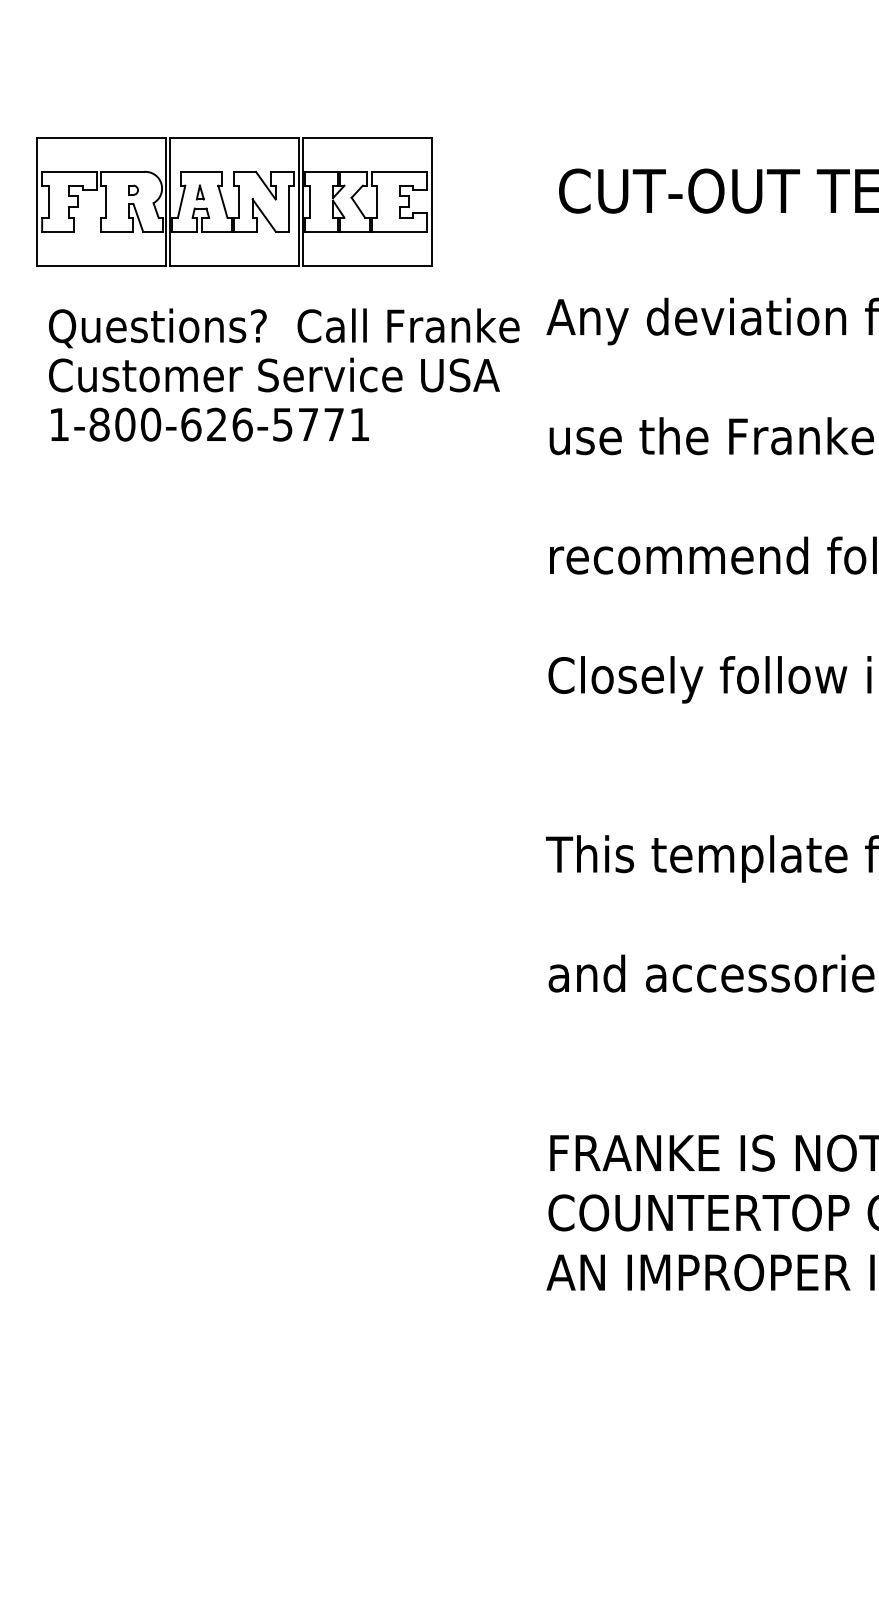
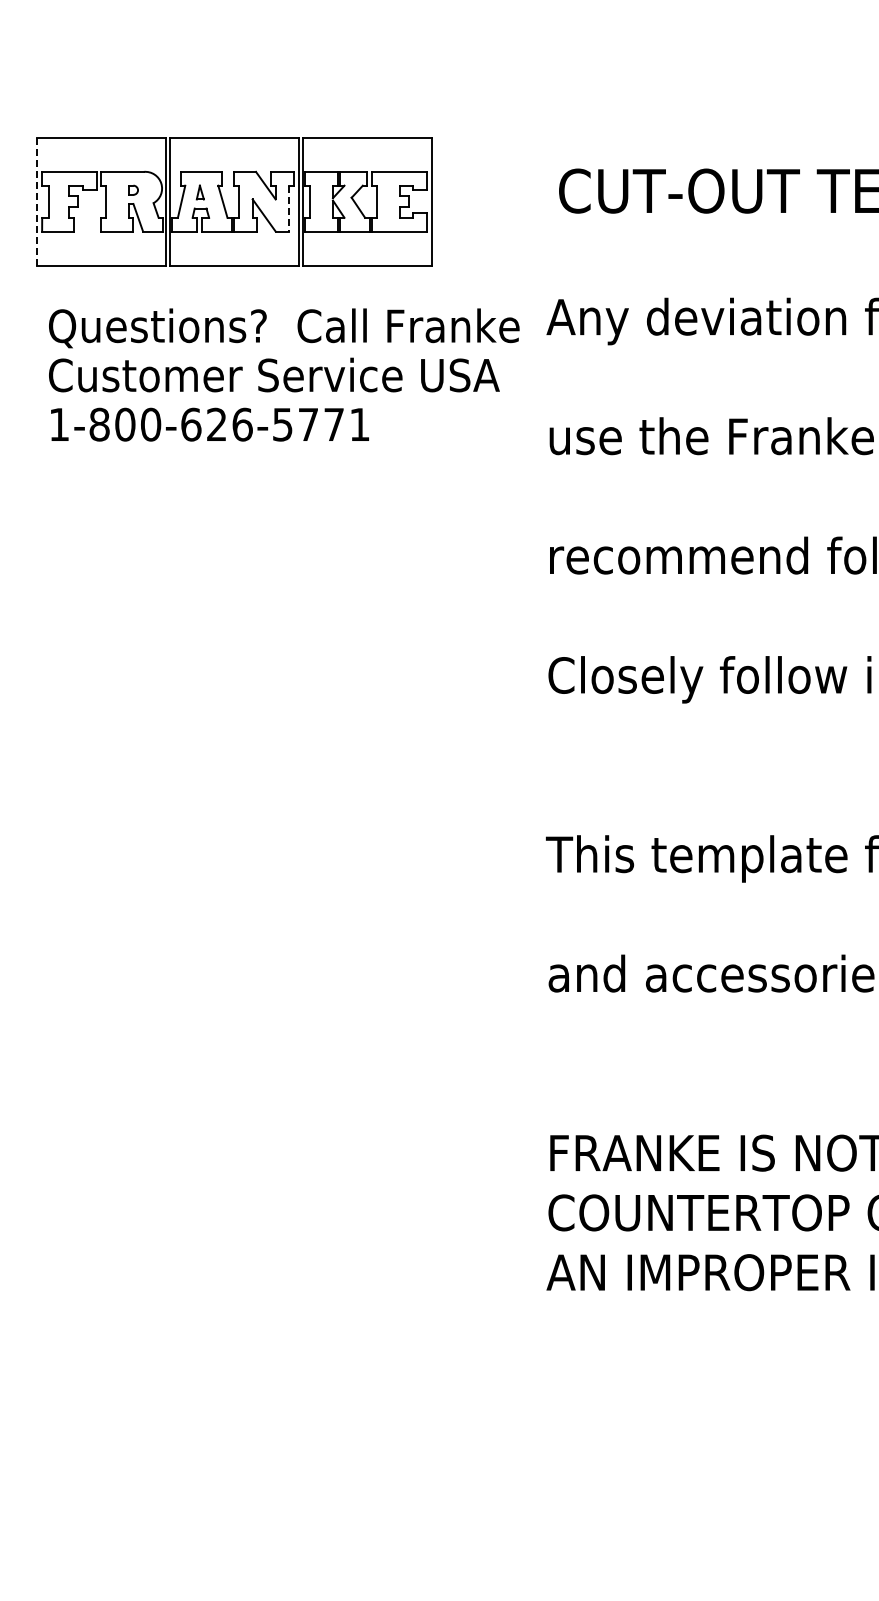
line at (37, 202): solid -> dashed
line at (289, 208): solid -> dashed
